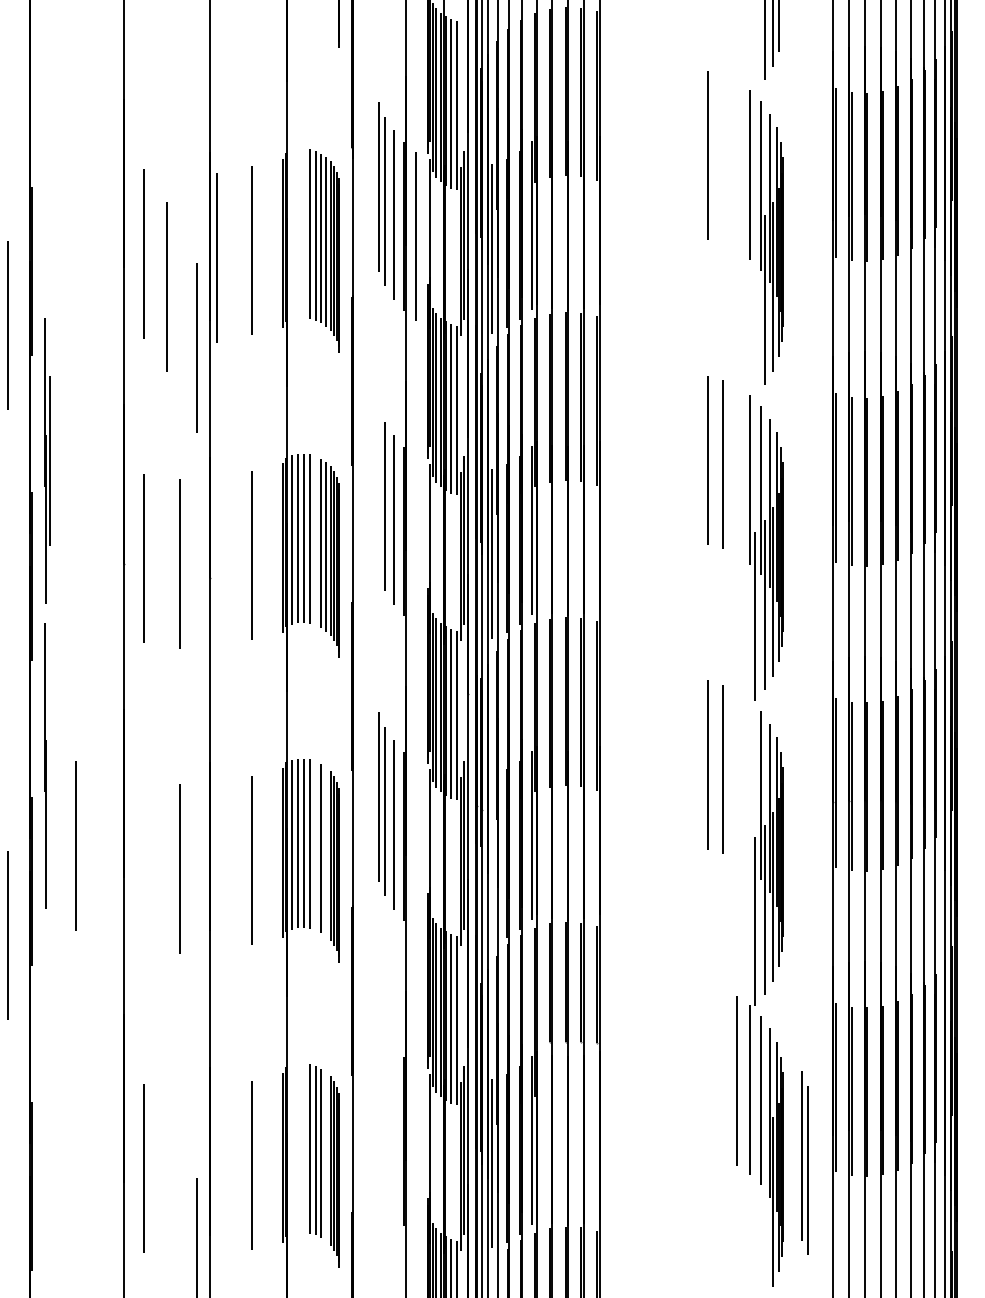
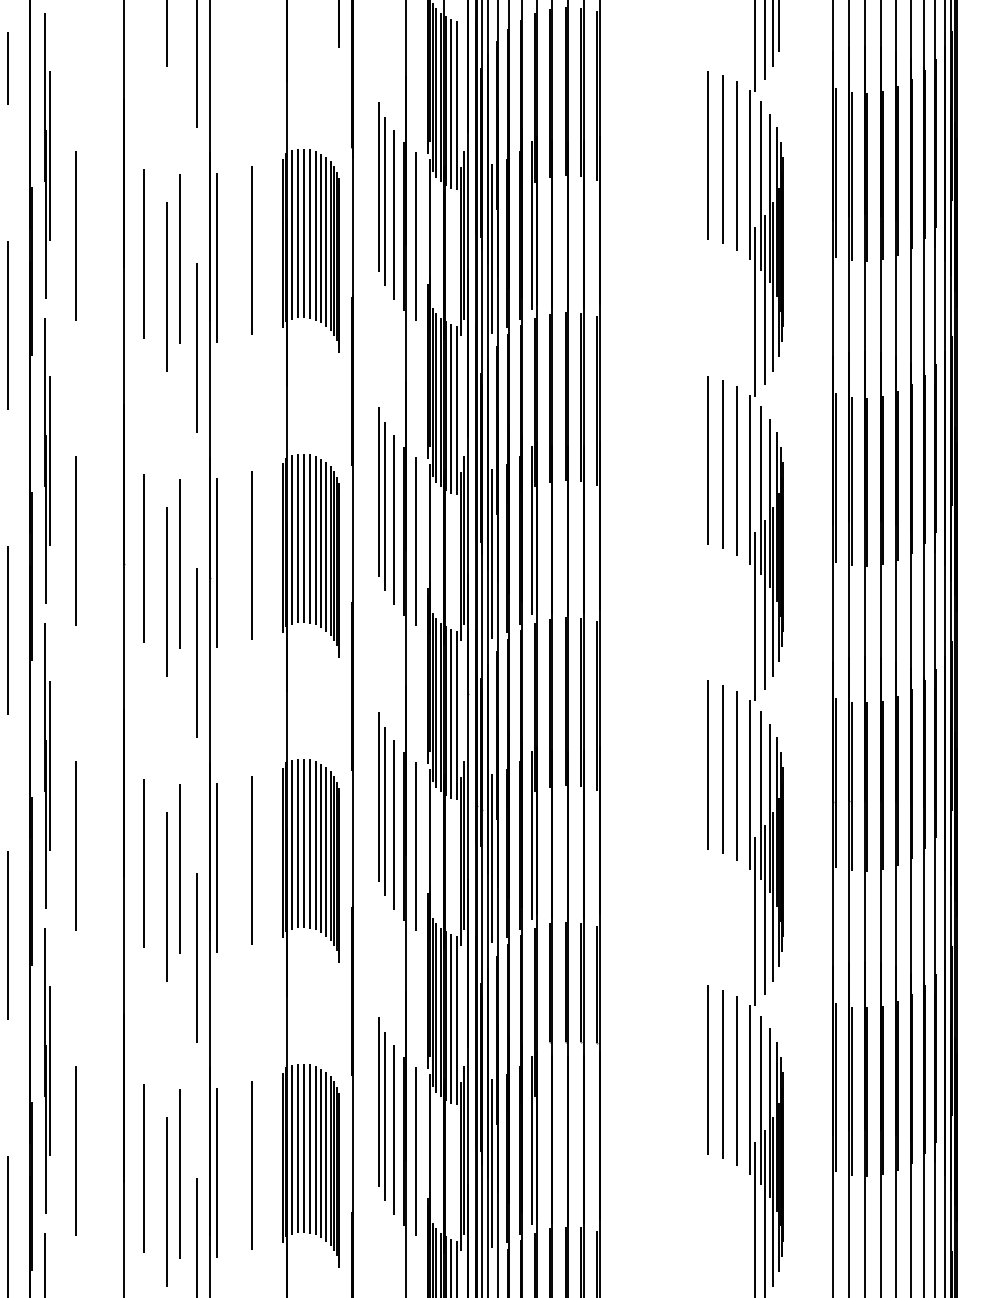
line at (166, 34): none -> present
line at (755, 46): none -> present
line at (197, 64): none -> present
line at (7, 68): none -> present
part at (47, 155): none -> present
line at (722, 159): none -> present
line at (737, 165): none -> present
line at (297, 233): none -> present
line at (303, 233): none -> present
line at (291, 234): none -> present
line at (75, 235): none -> present
line at (179, 258): none -> present
line at (755, 311): none -> present
line at (736, 470): none -> present
line at (379, 491): none -> present
line at (75, 540): none -> present
line at (315, 540): none -> present
line at (416, 541): none -> present
line at (216, 562): none -> present
line at (166, 591): none -> present
line at (7, 630): none -> present
line at (196, 652): none -> present
line at (50, 765): none -> present
line at (737, 775): none -> present
line at (749, 784): none -> present
line at (315, 845): none -> present
line at (416, 846): none -> present
line at (326, 851): none -> present
line at (491, 858): none -> present
line at (143, 863): none -> present
line at (216, 867): none -> present
line at (166, 896): none -> present
line at (197, 957): none -> present
line at (708, 1069): none -> present
part at (47, 1070): none -> present
line at (723, 1074): none -> present
line at (379, 1101): none -> present
line at (385, 1116): none -> present
line at (393, 1129): none -> present
line at (303, 1147): none -> present
line at (297, 1148): none -> present
line at (291, 1149): none -> present
line at (75, 1150): none -> present
line at (415, 1151): none -> present
line at (326, 1156): none -> present
part at (804, 1162): present -> none
line at (216, 1172): none -> present
line at (180, 1173): none -> present
line at (166, 1201): none -> present
line at (765, 1212): none -> present
line at (755, 1217): none -> present
line at (7, 1224): none -> present
line at (44, 1263): none -> present
